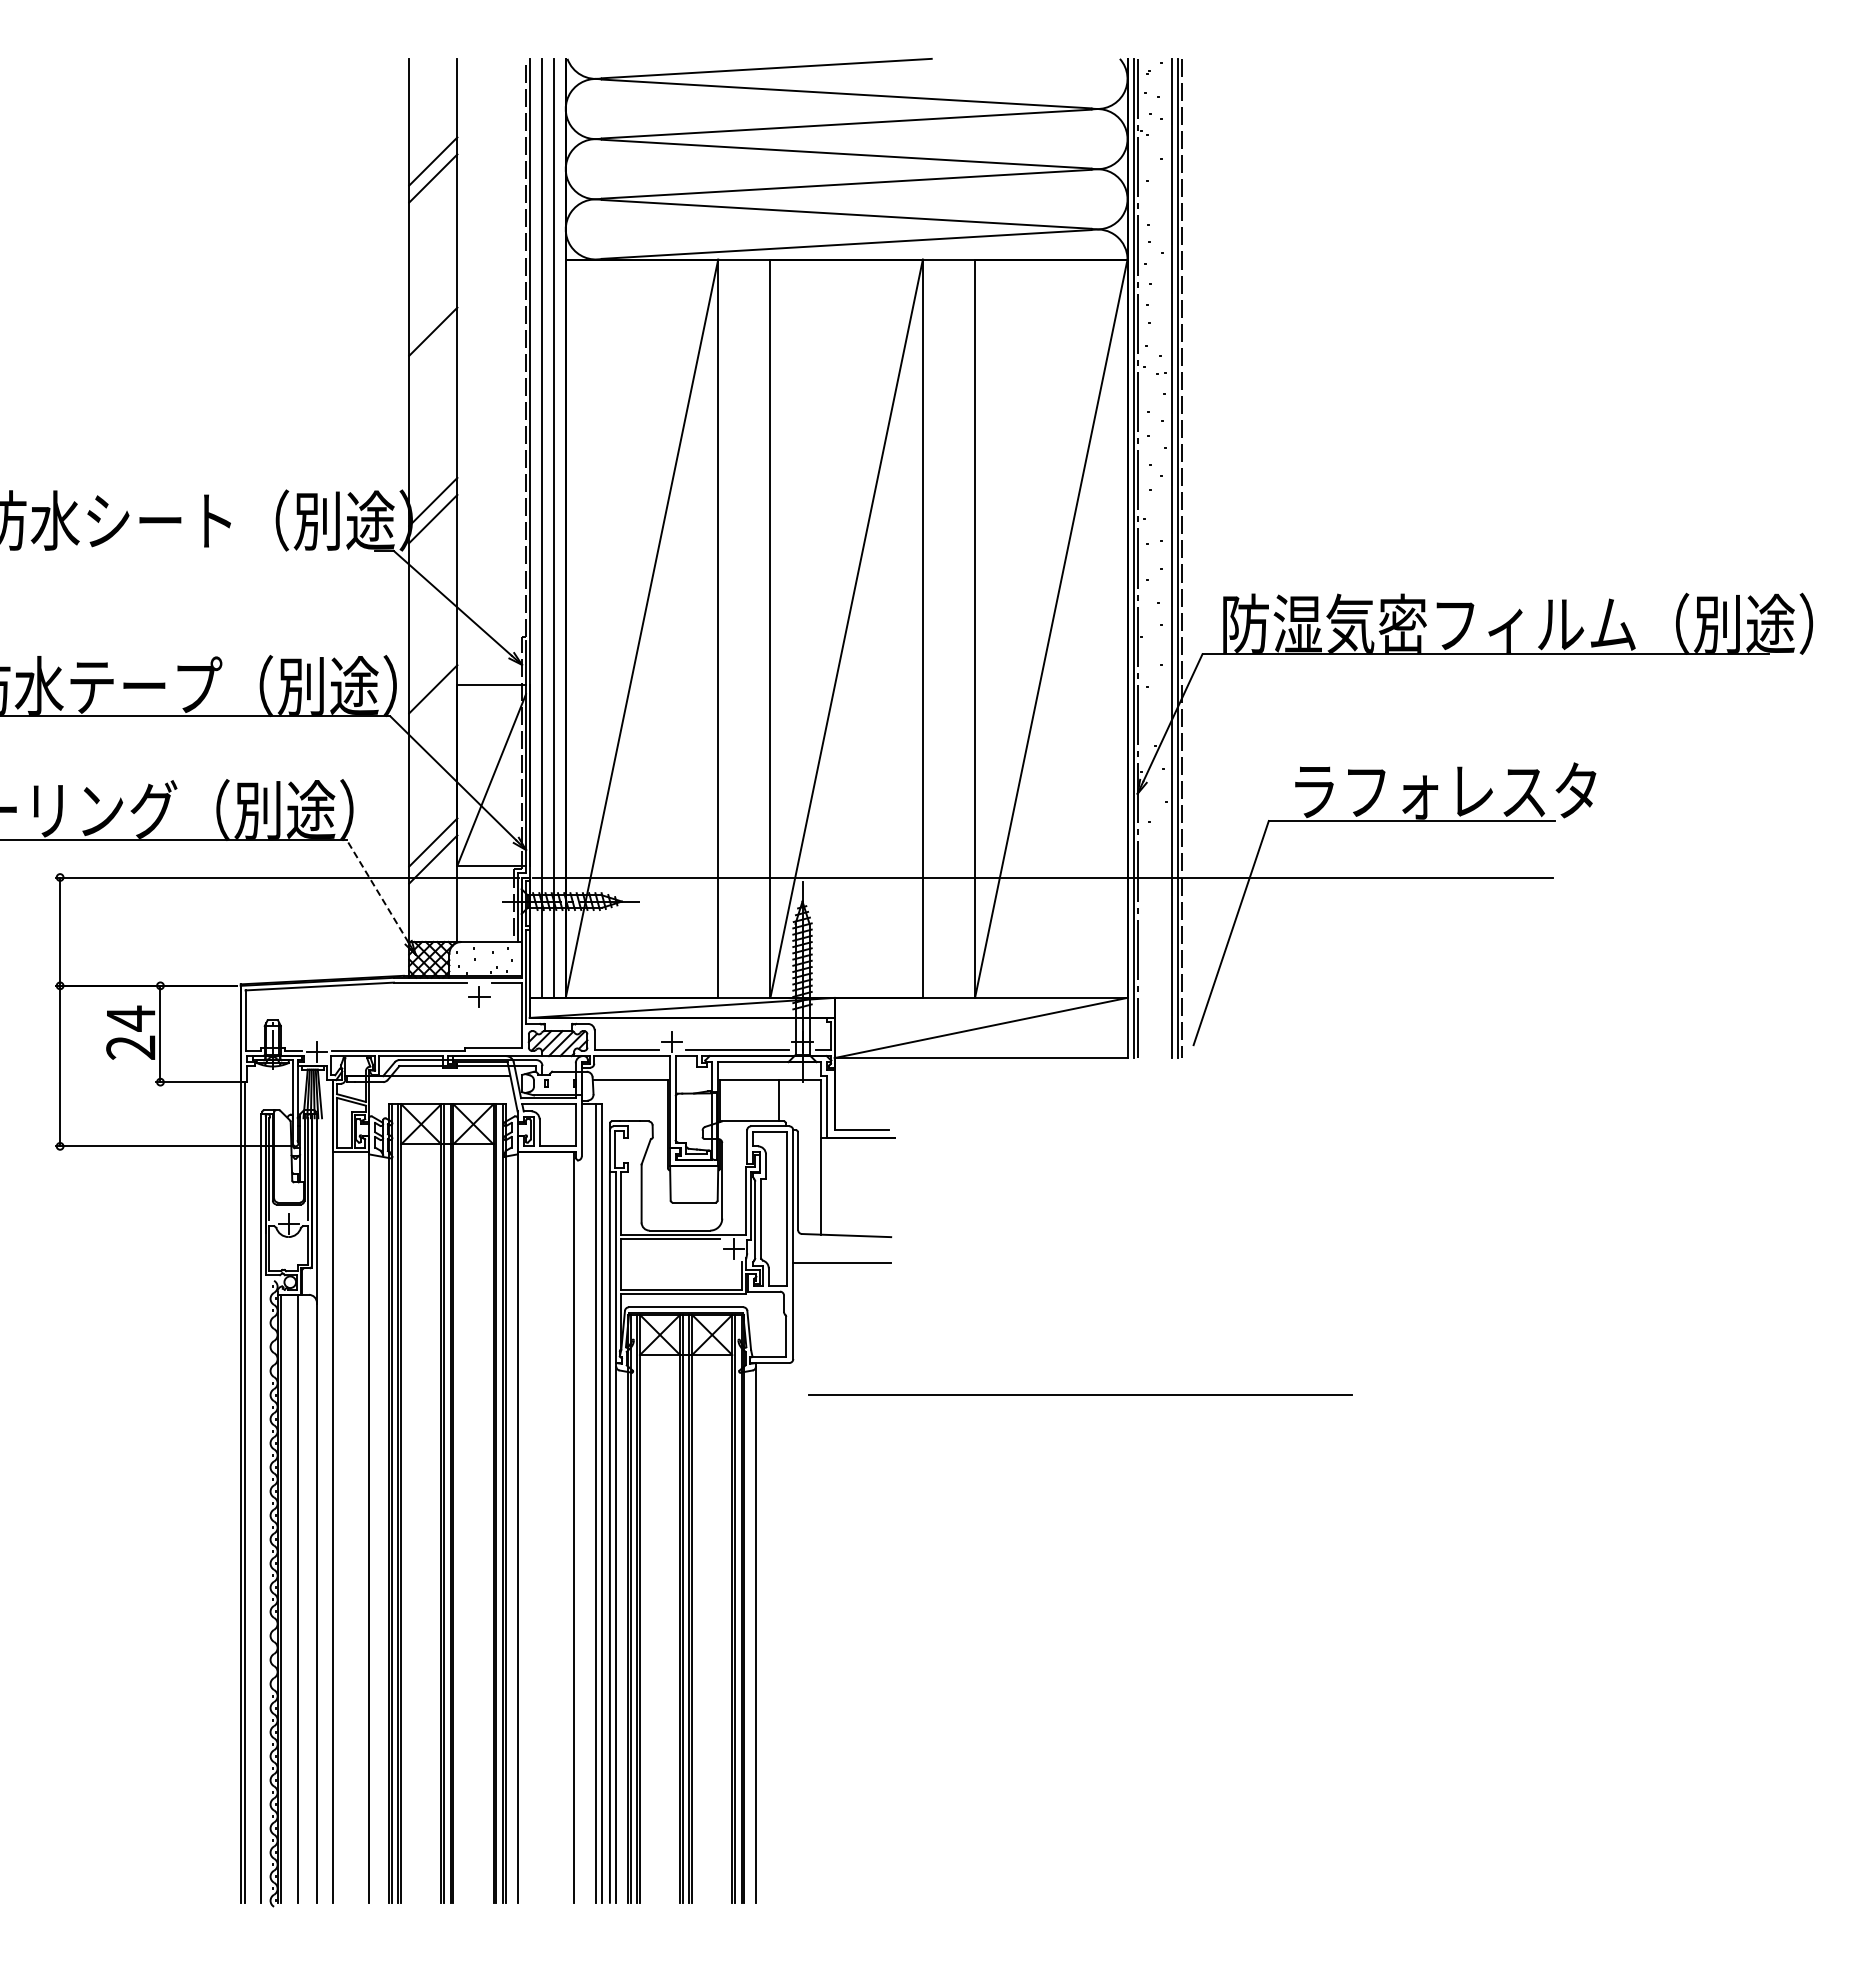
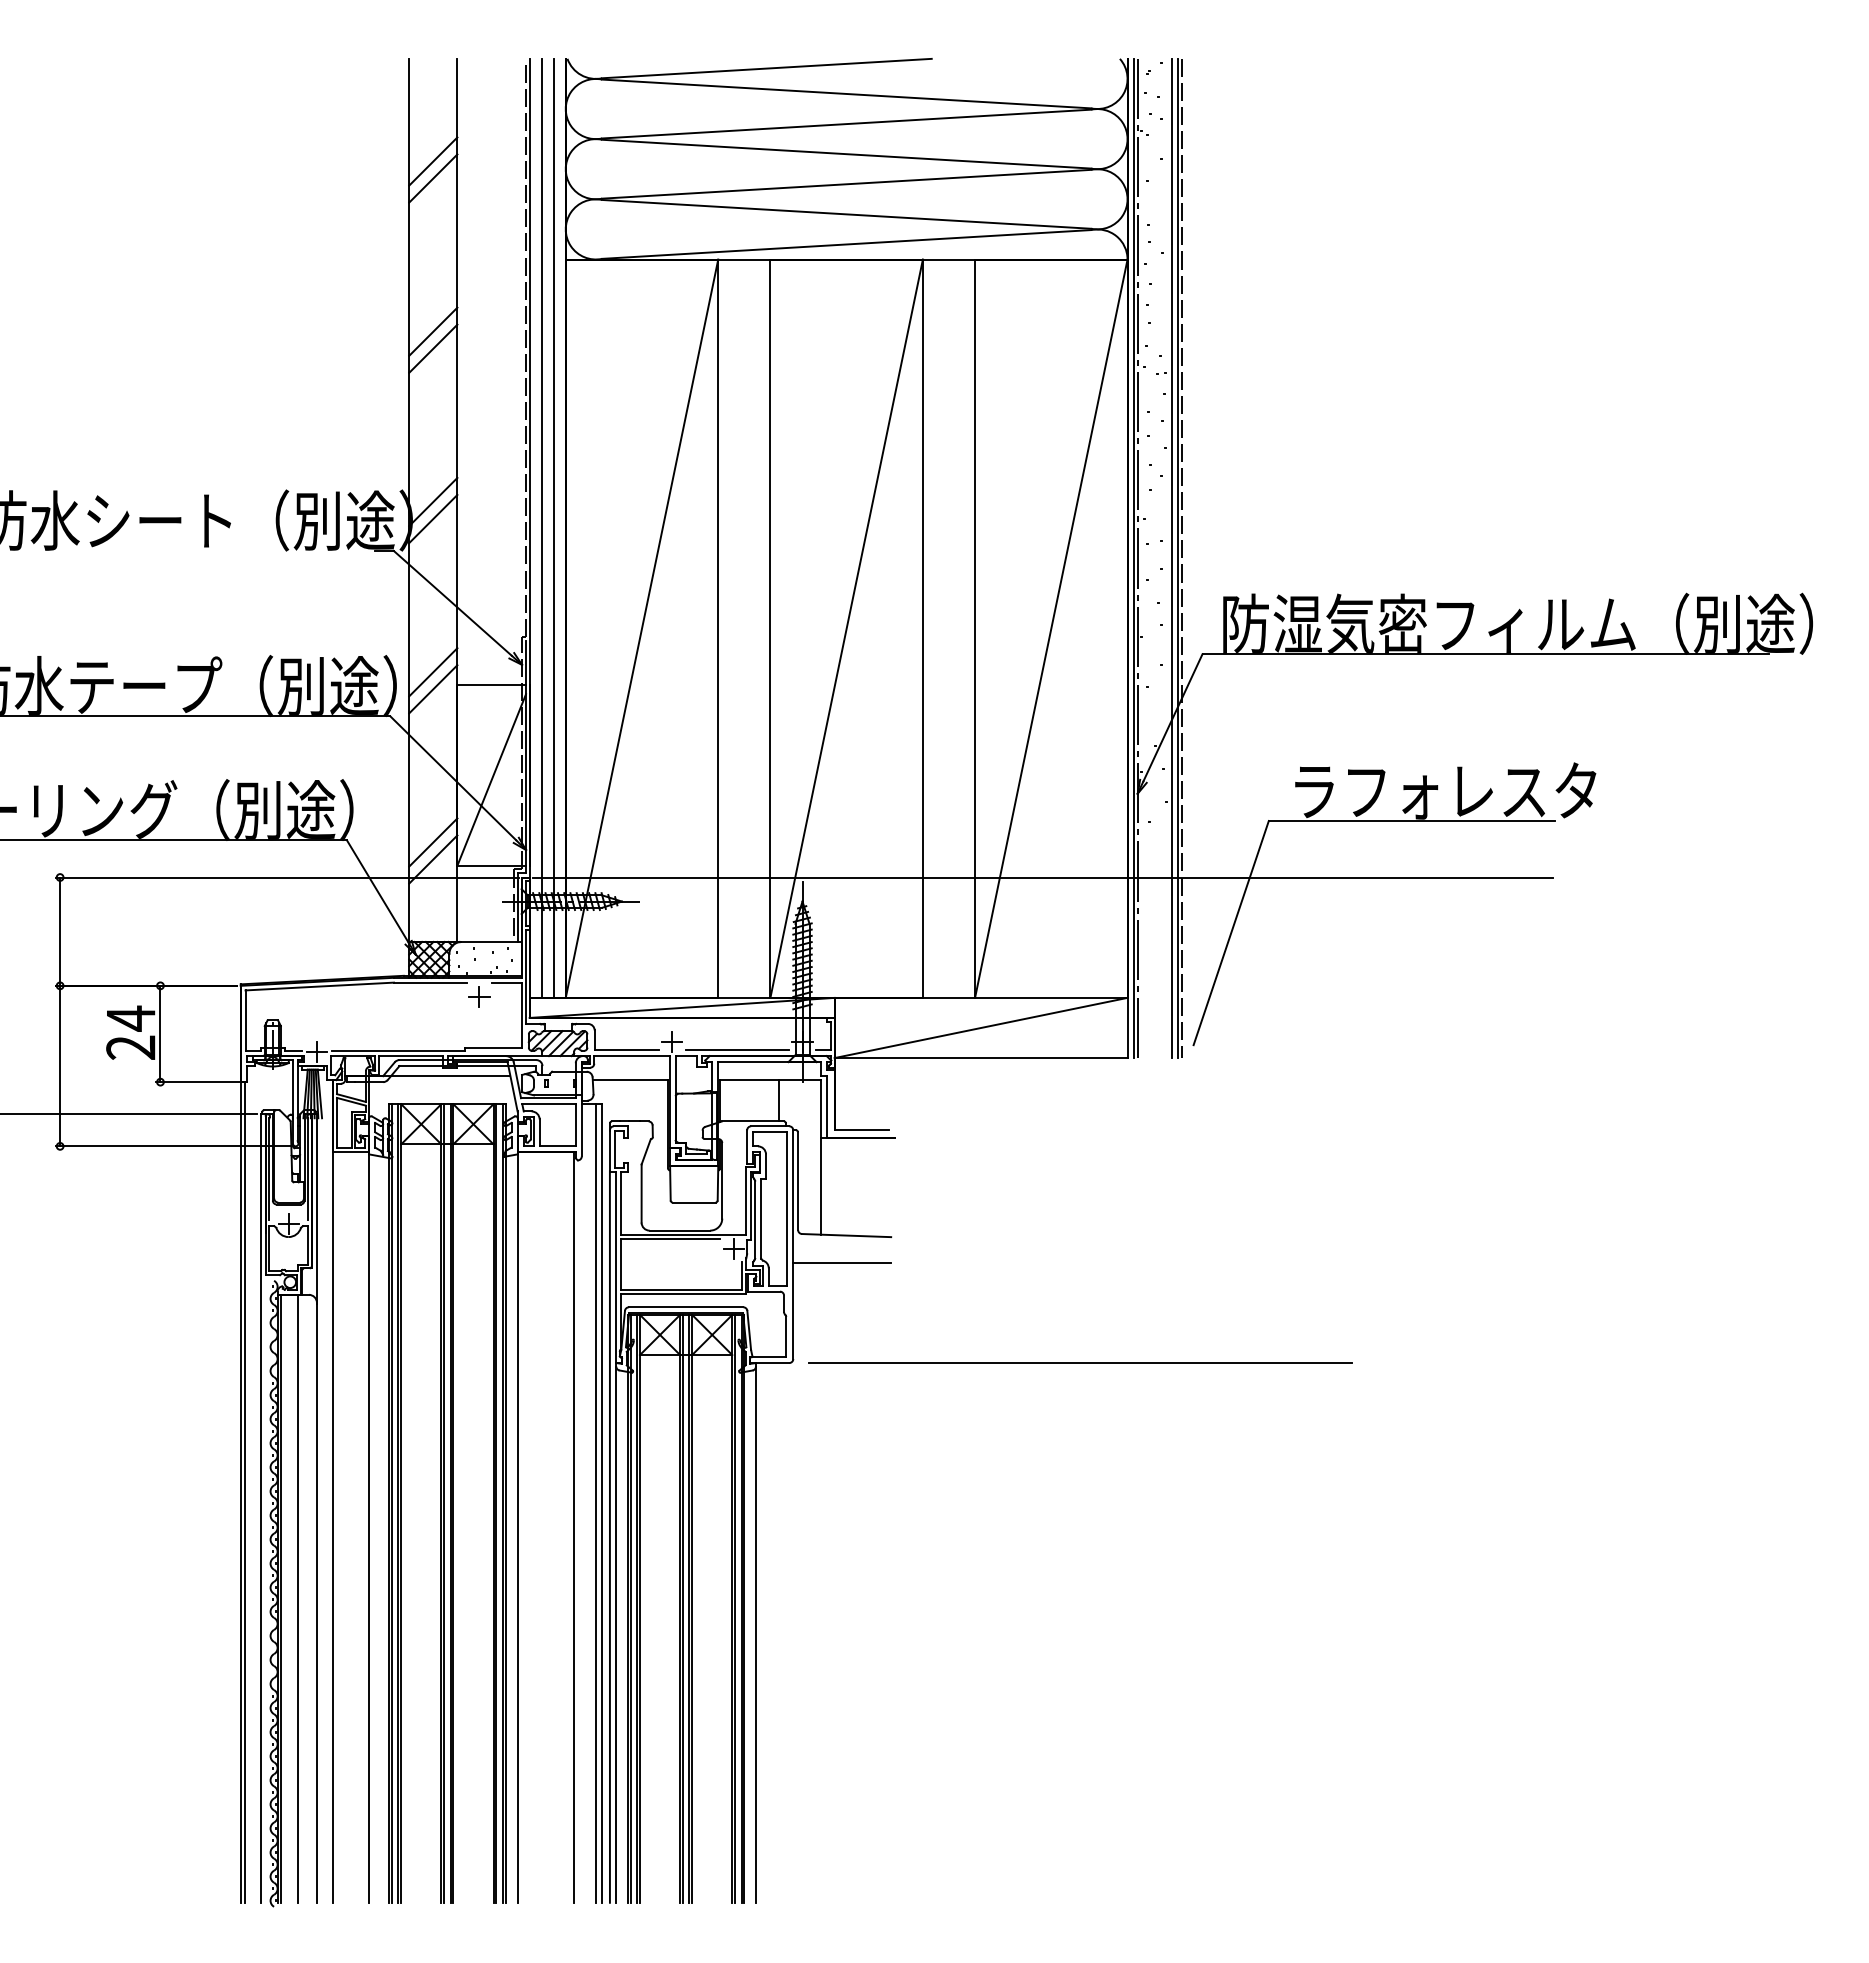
line at (433, 348): none -> present
line at (433, 672): none -> present
line at (377, 891): dashed -> solid
line at (129, 1114): none -> present
line at (1080, 1394) position: (1080, 1394) -> (1080, 1362)
